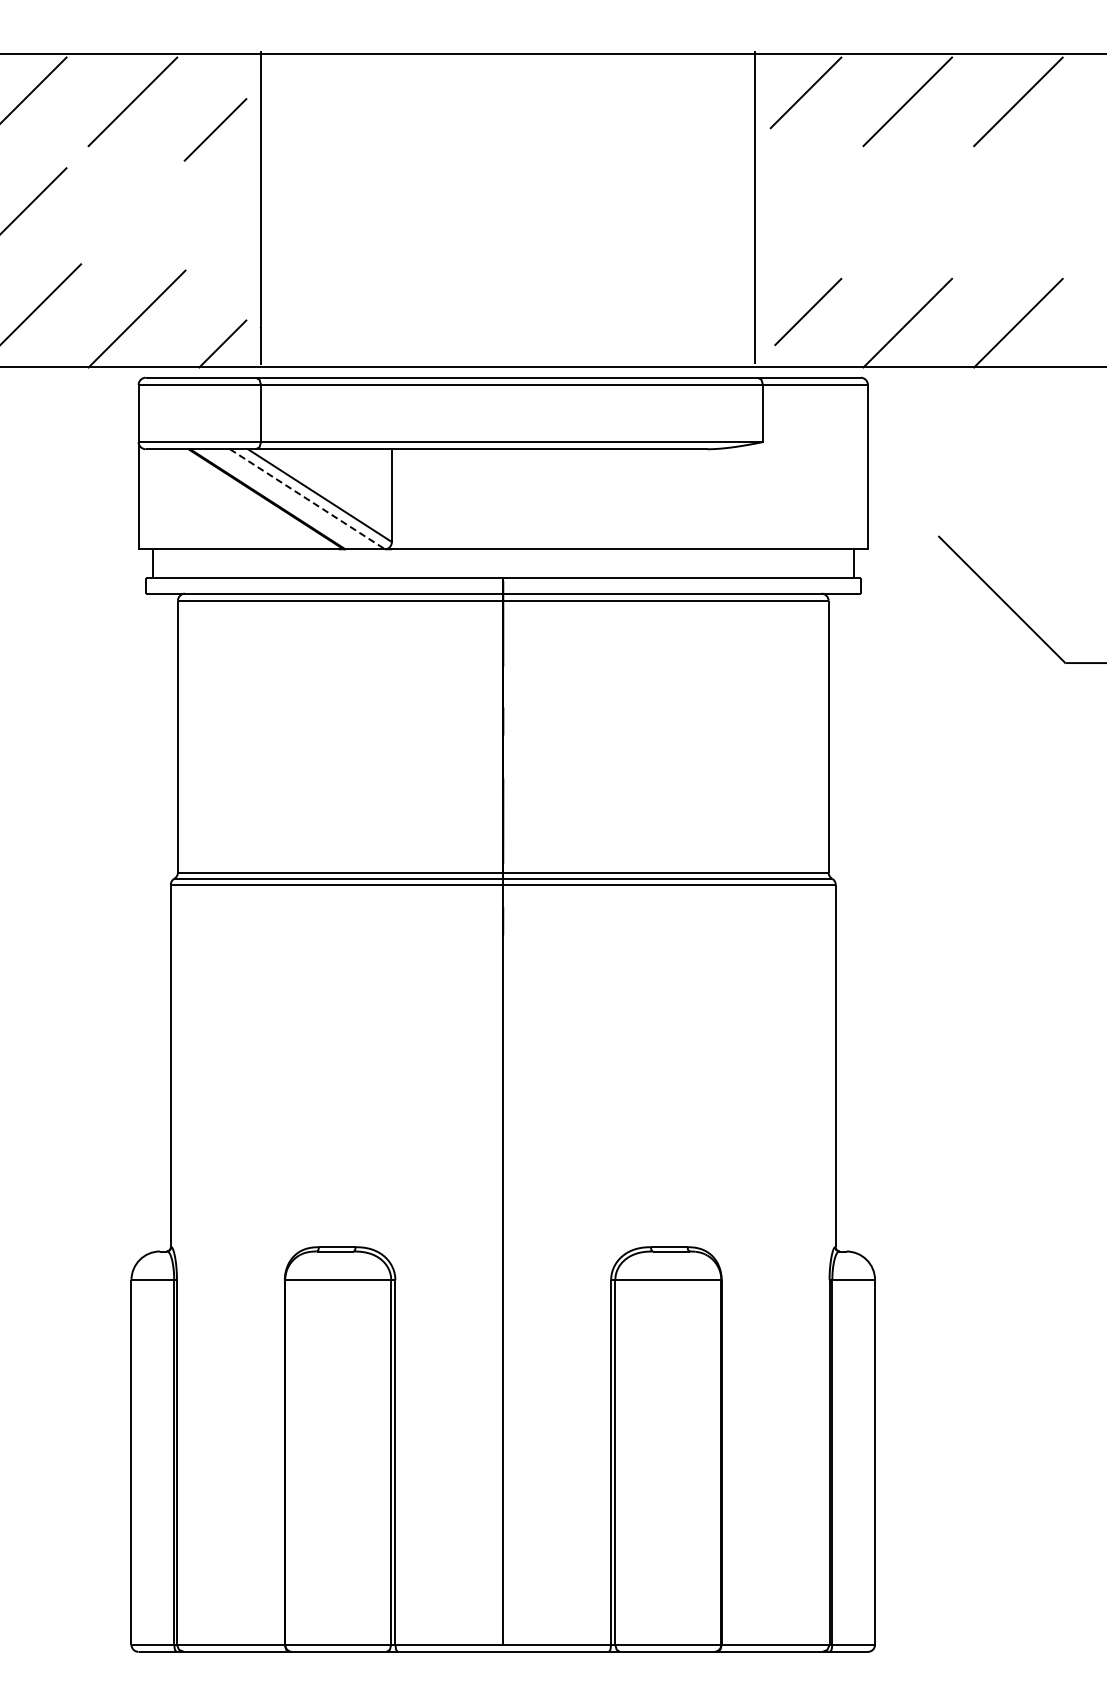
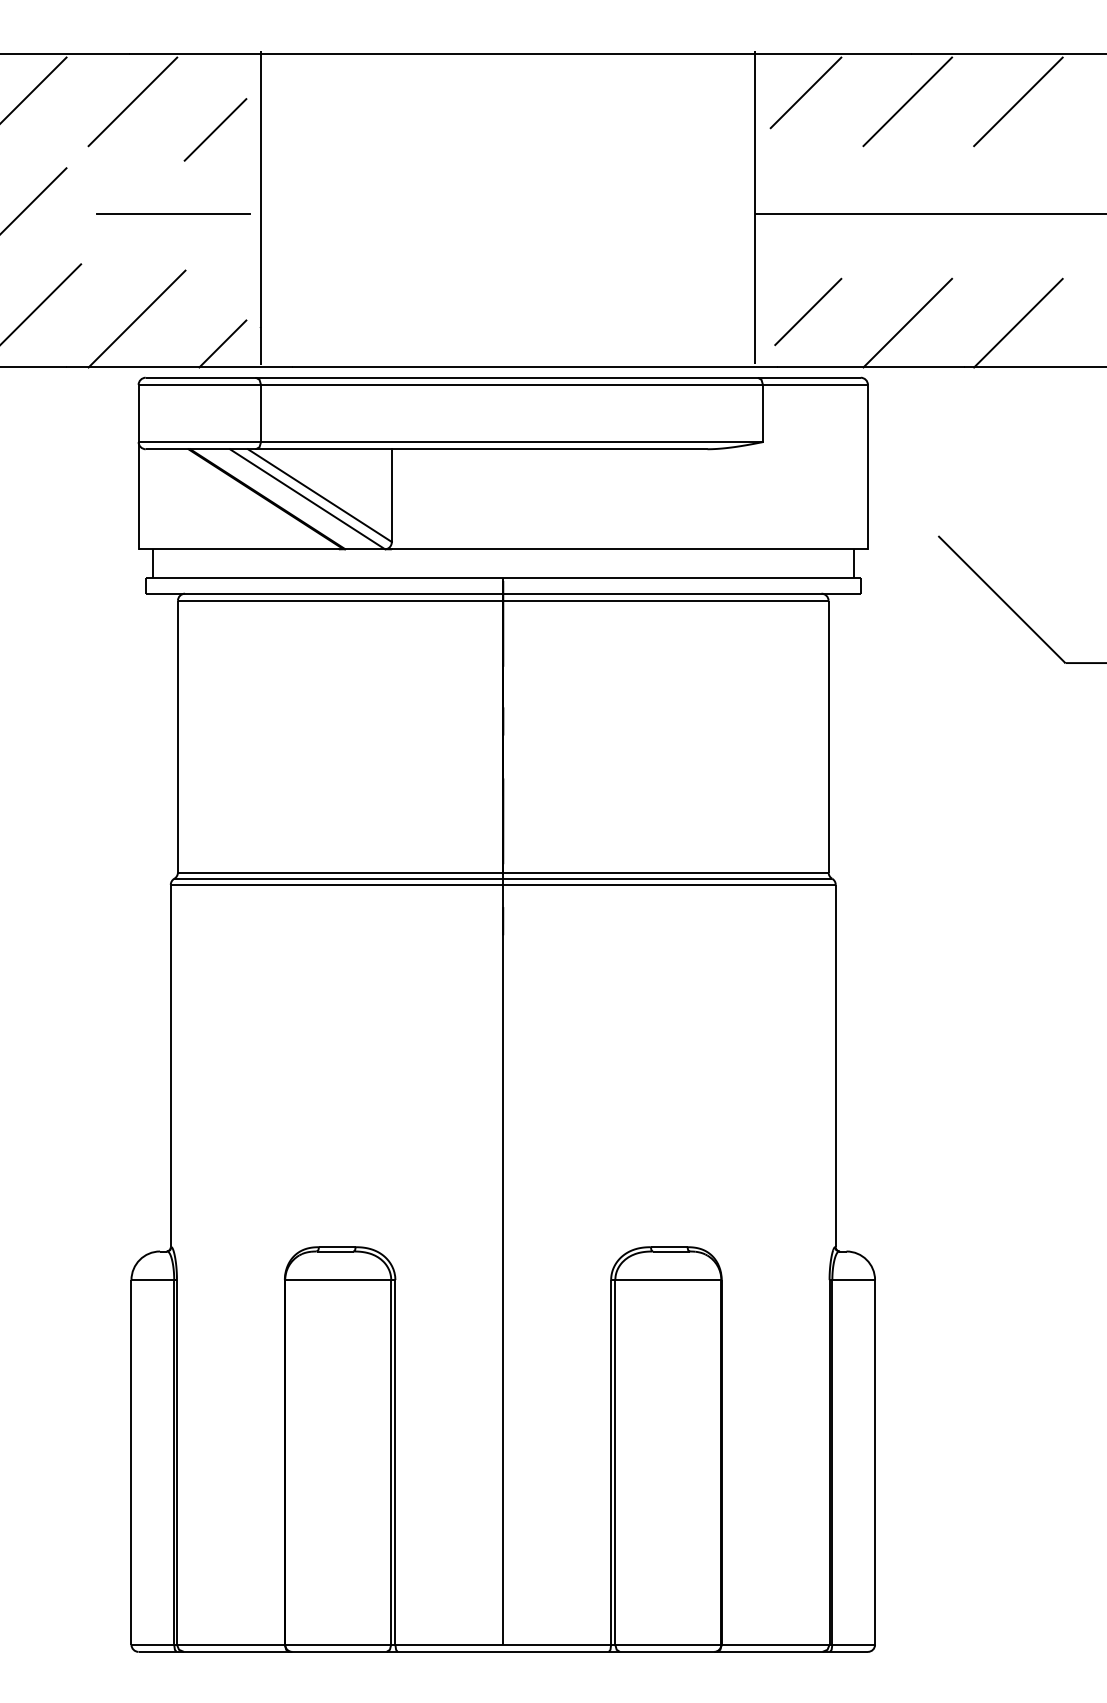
line at (173, 213): none -> present
line at (929, 213): none -> present
line at (307, 499): dashed -> solid
